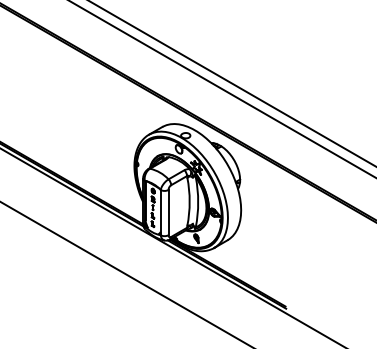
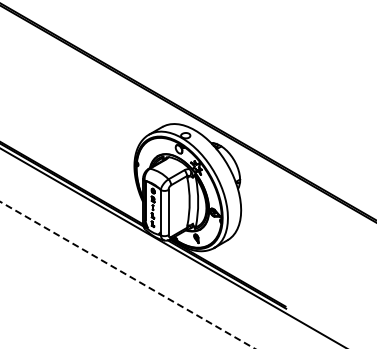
line at (232, 83): present -> none
line at (222, 89): present -> none
line at (127, 275): solid -> dashed
